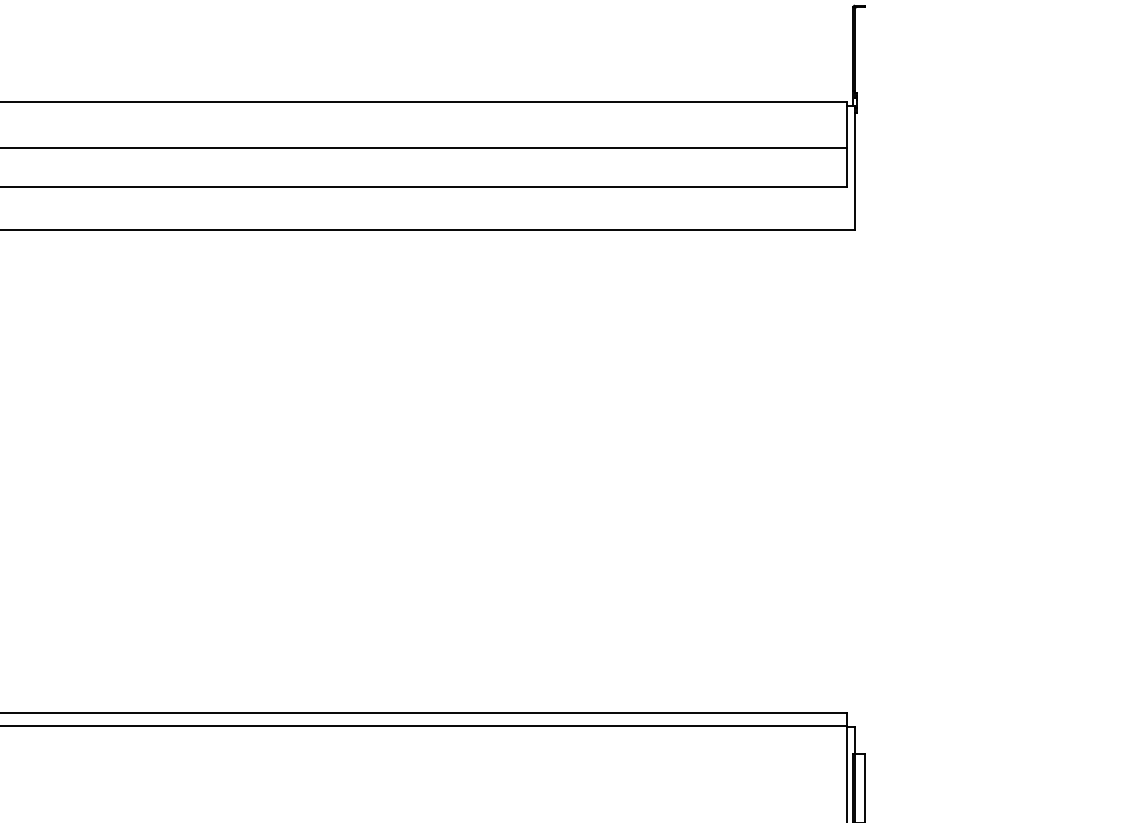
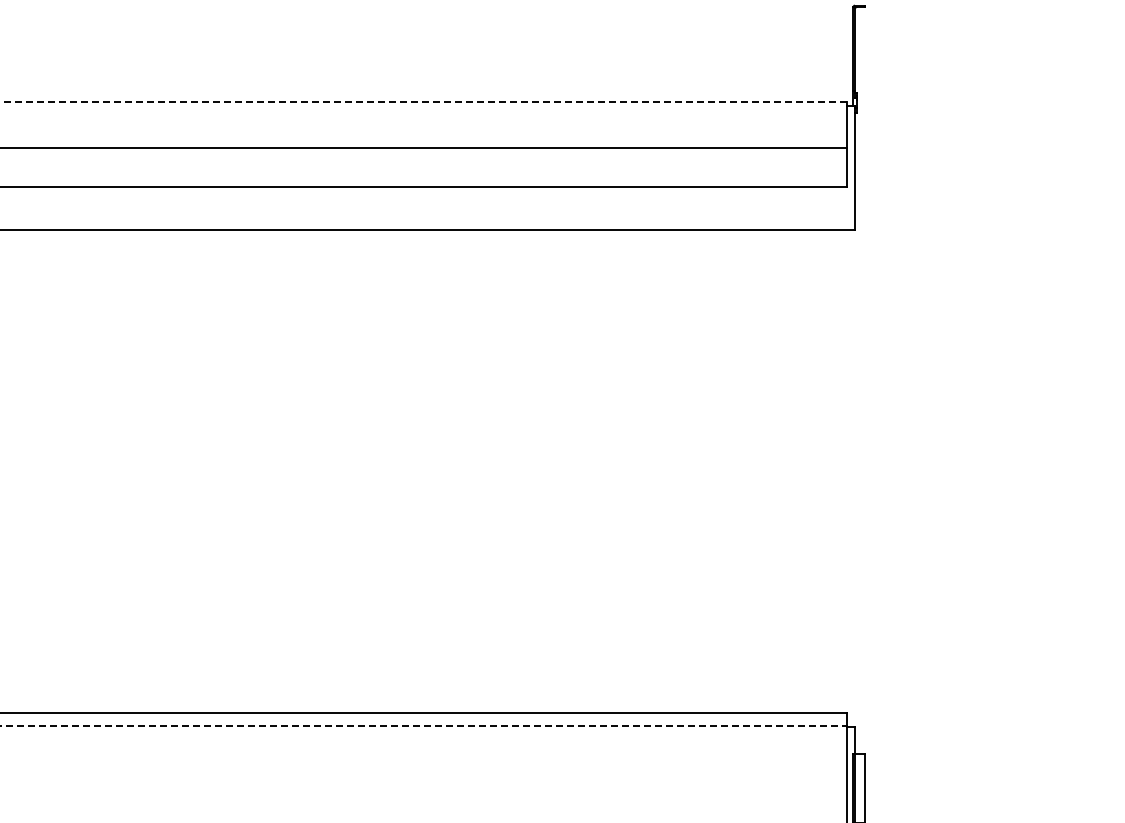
line at (422, 101): solid -> dashed
line at (423, 726): solid -> dashed
